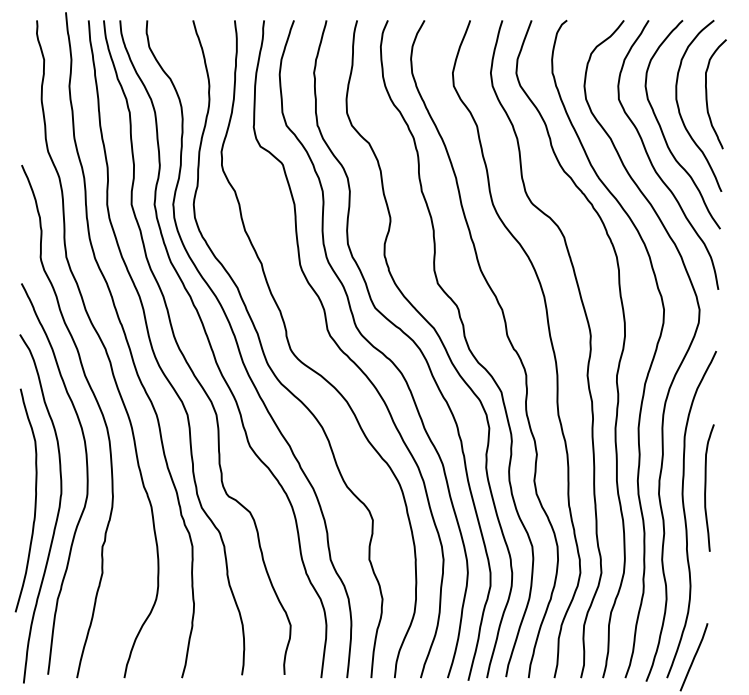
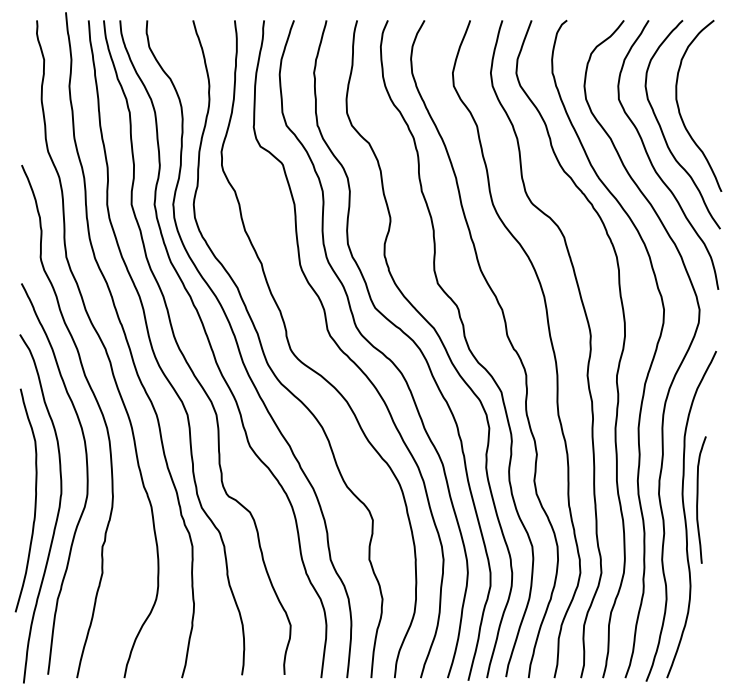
curve at (707, 94): present -> none
curve at (706, 487) position: (706, 487) -> (698, 499)
curve at (693, 657): present -> none
